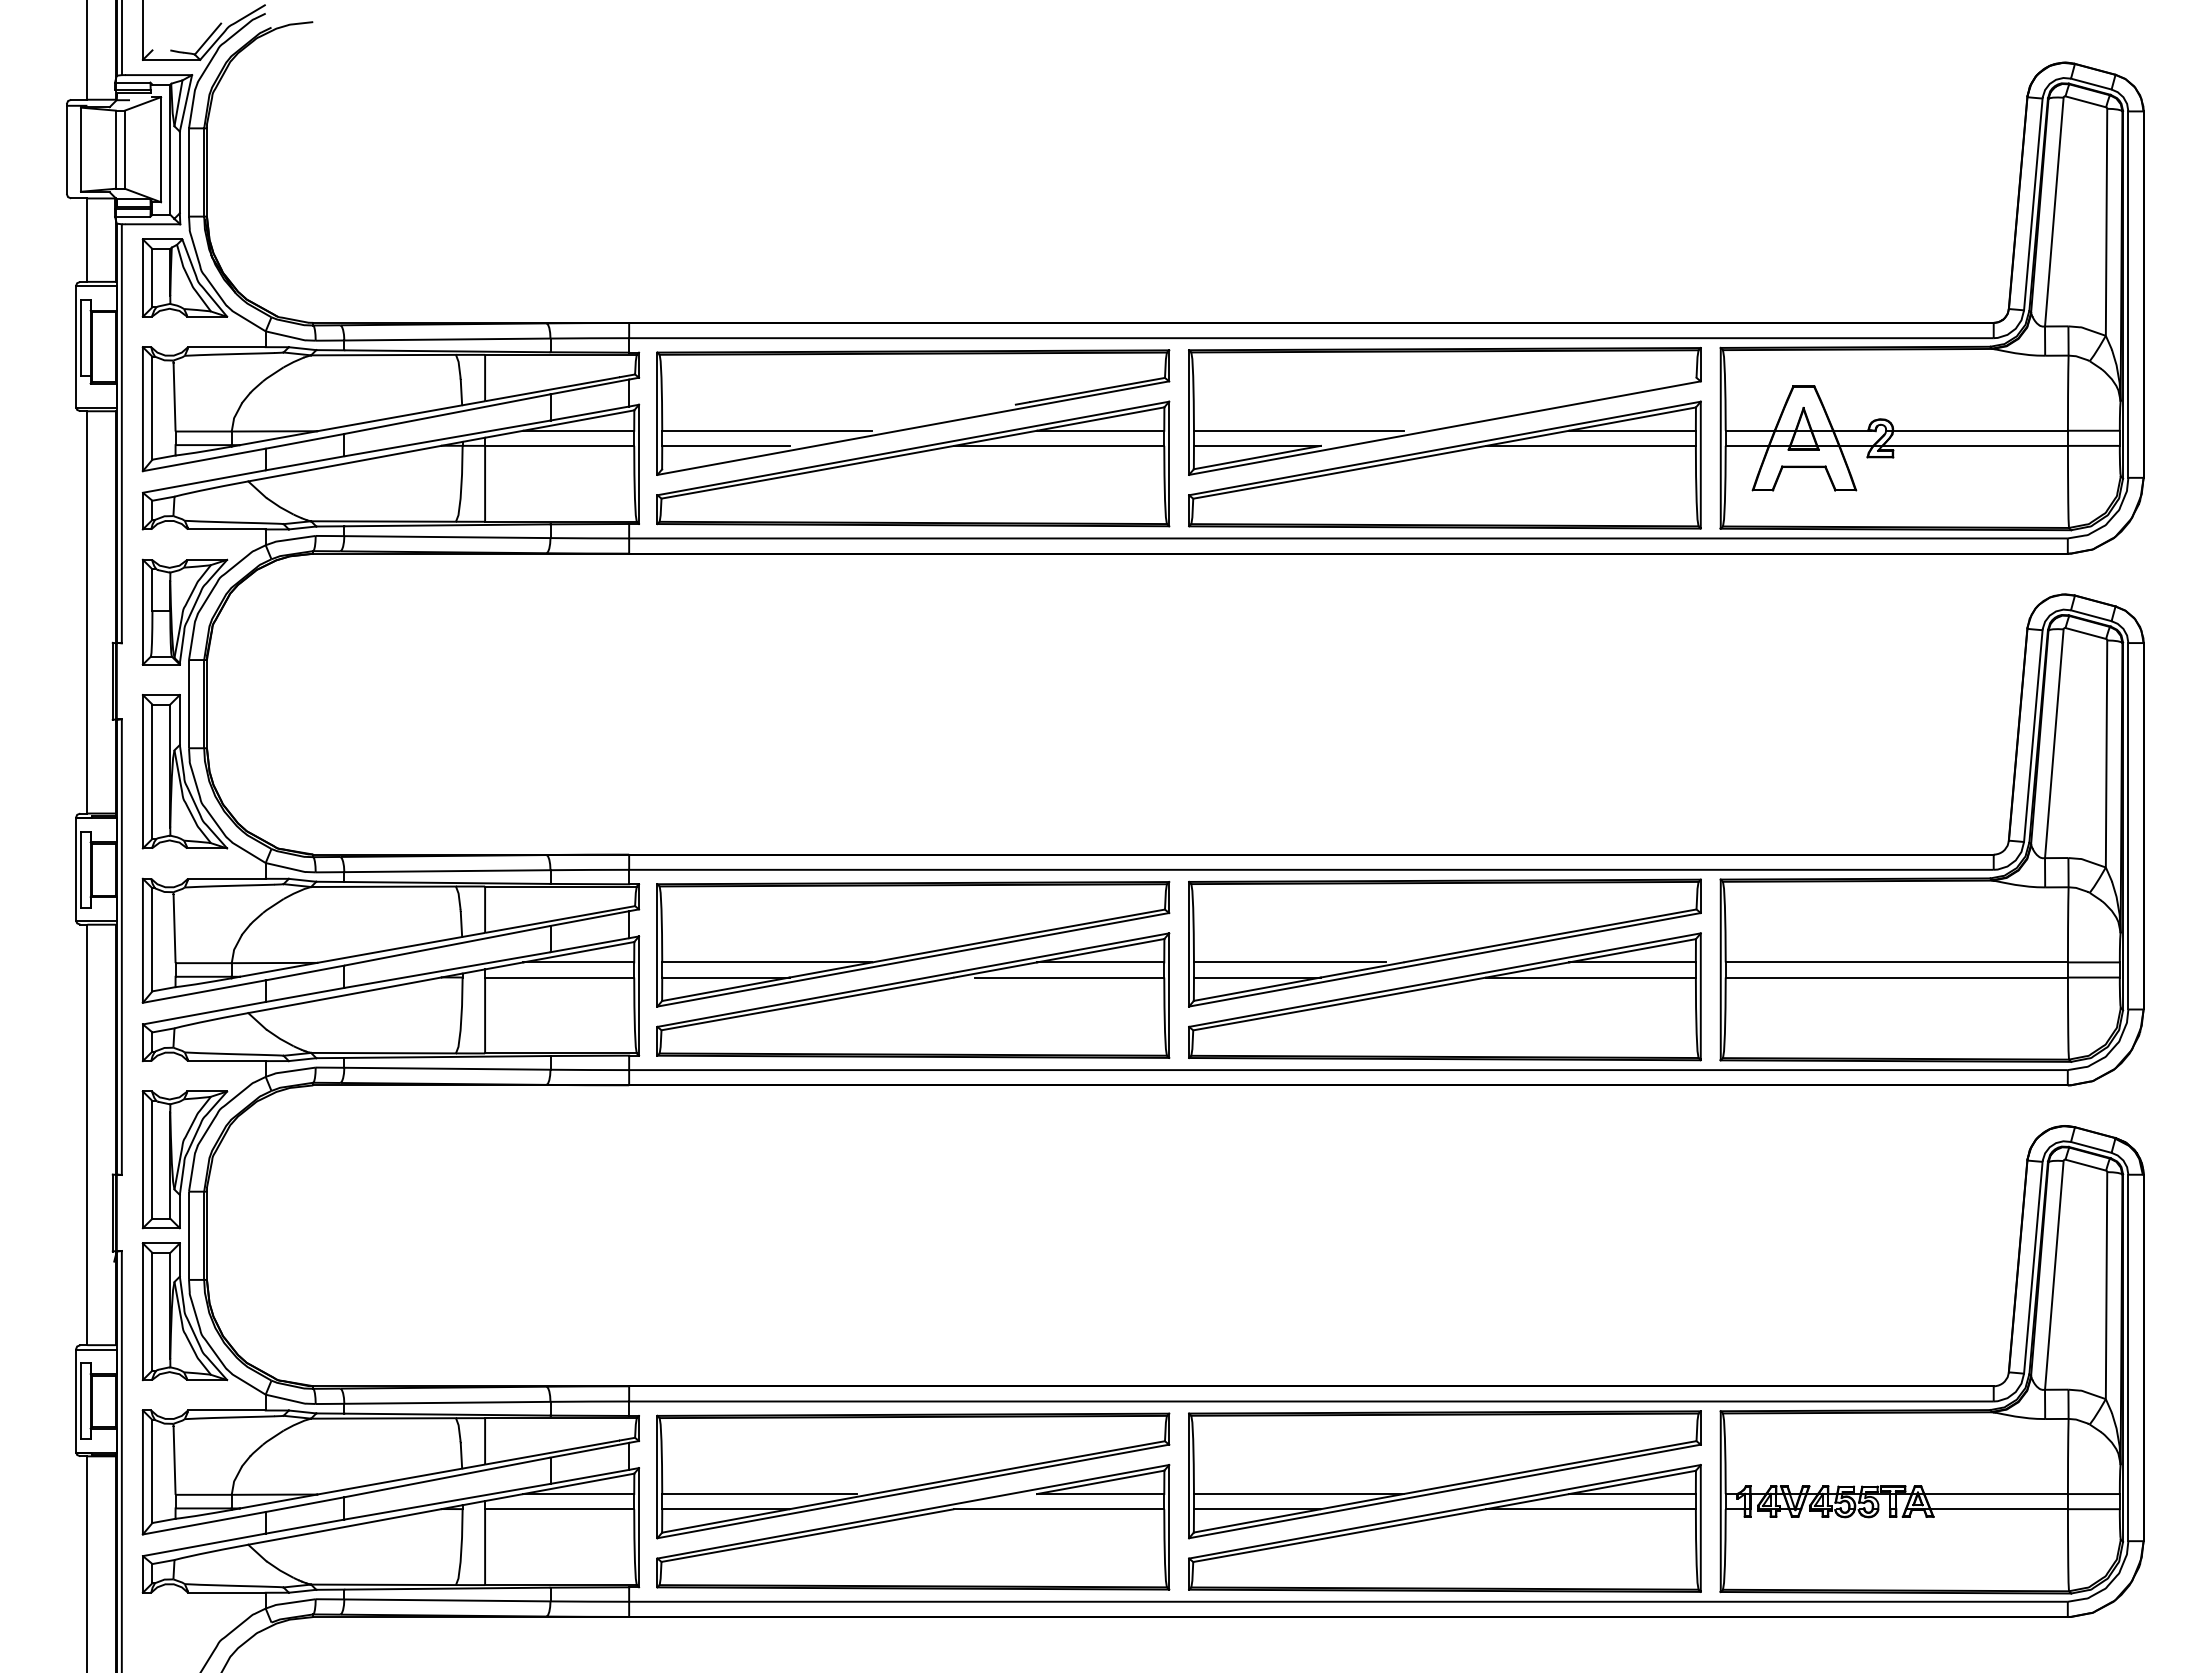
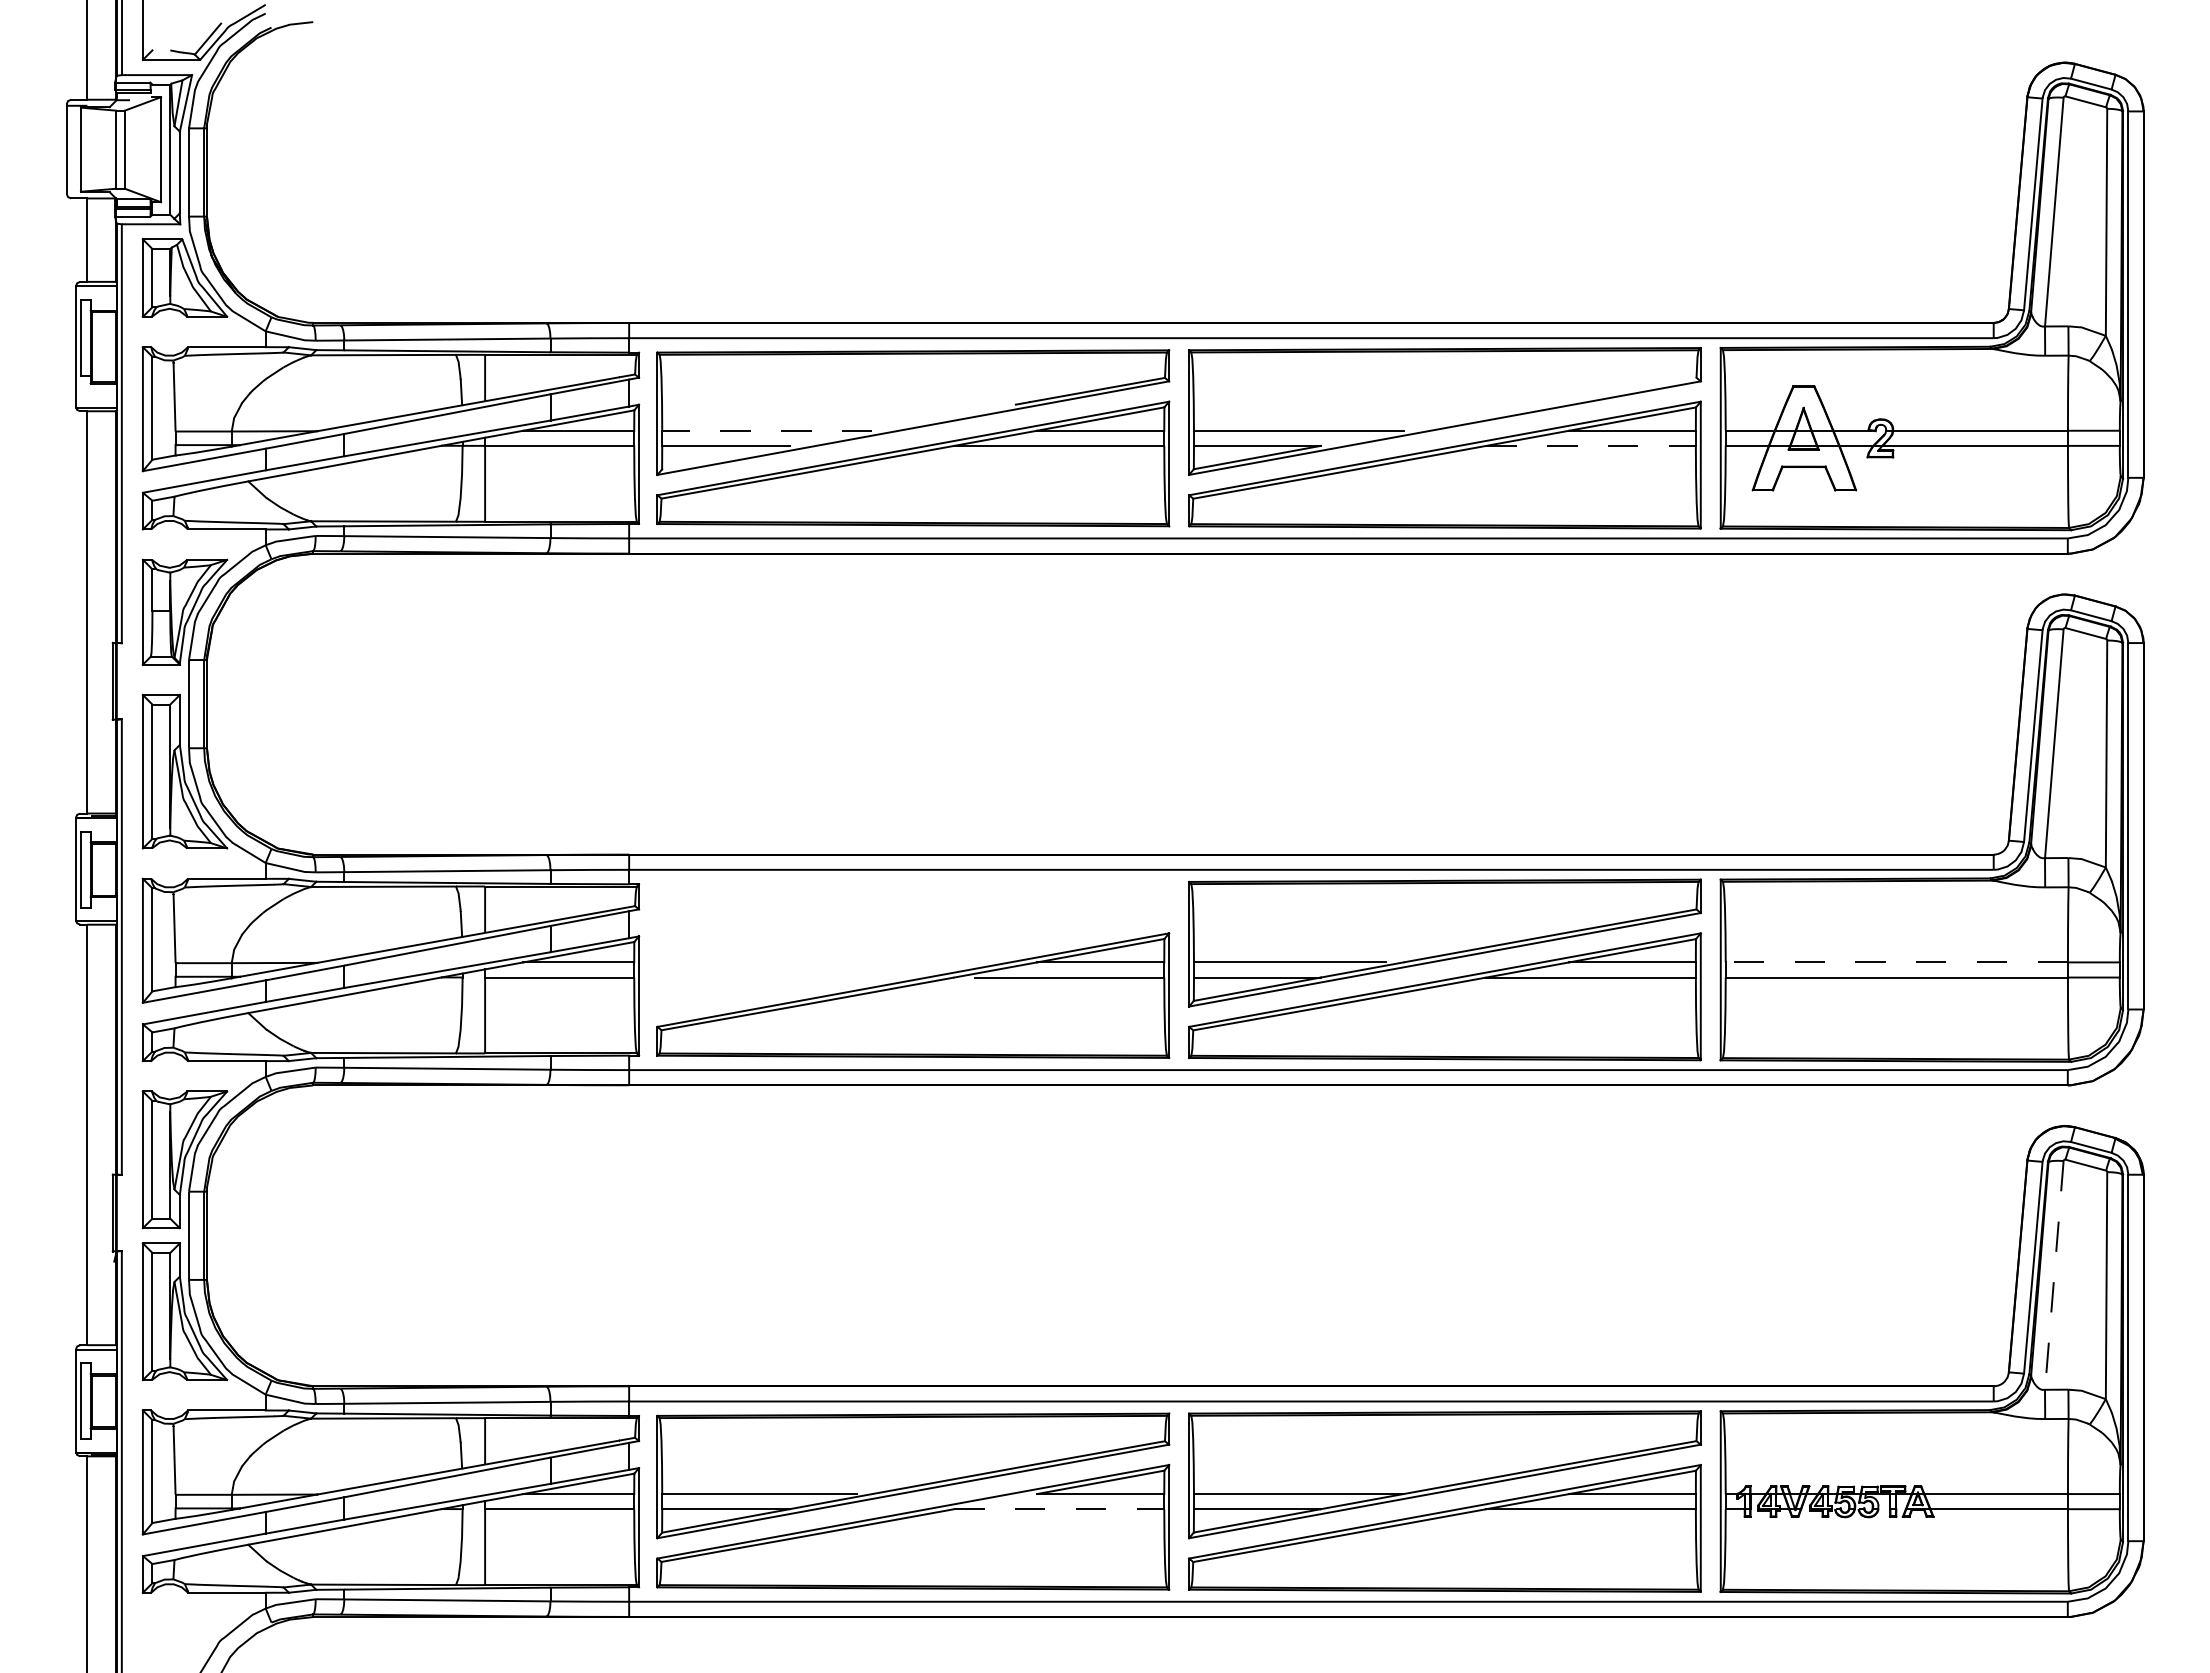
line at (766, 430): solid -> dashed
line at (1591, 445): solid -> dashed
part at (913, 944): present -> none
line at (1896, 962): solid -> dashed
line at (2054, 1275): solid -> dashed
line at (1059, 1509): solid -> dashed
